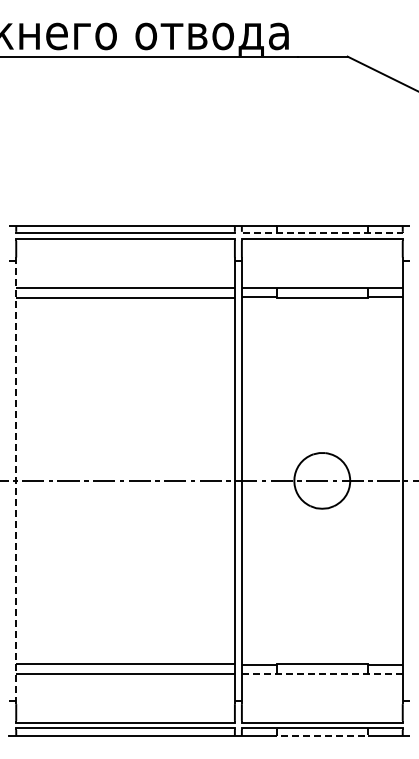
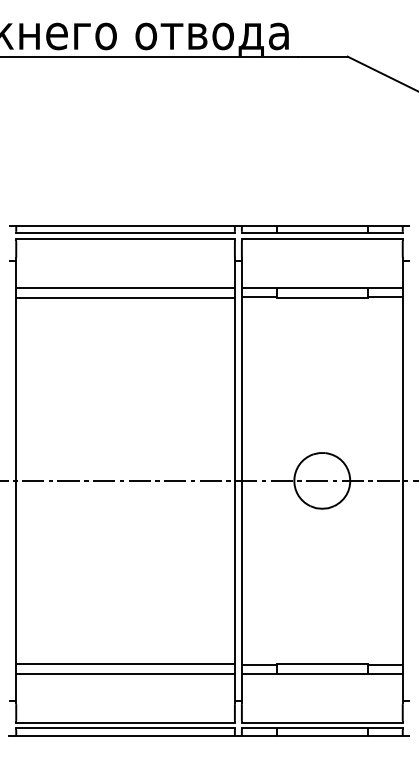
line at (321, 233): dashed -> solid
line at (16, 480): dashed -> solid
line at (322, 674): dashed -> solid
line at (321, 736): dashed -> solid
